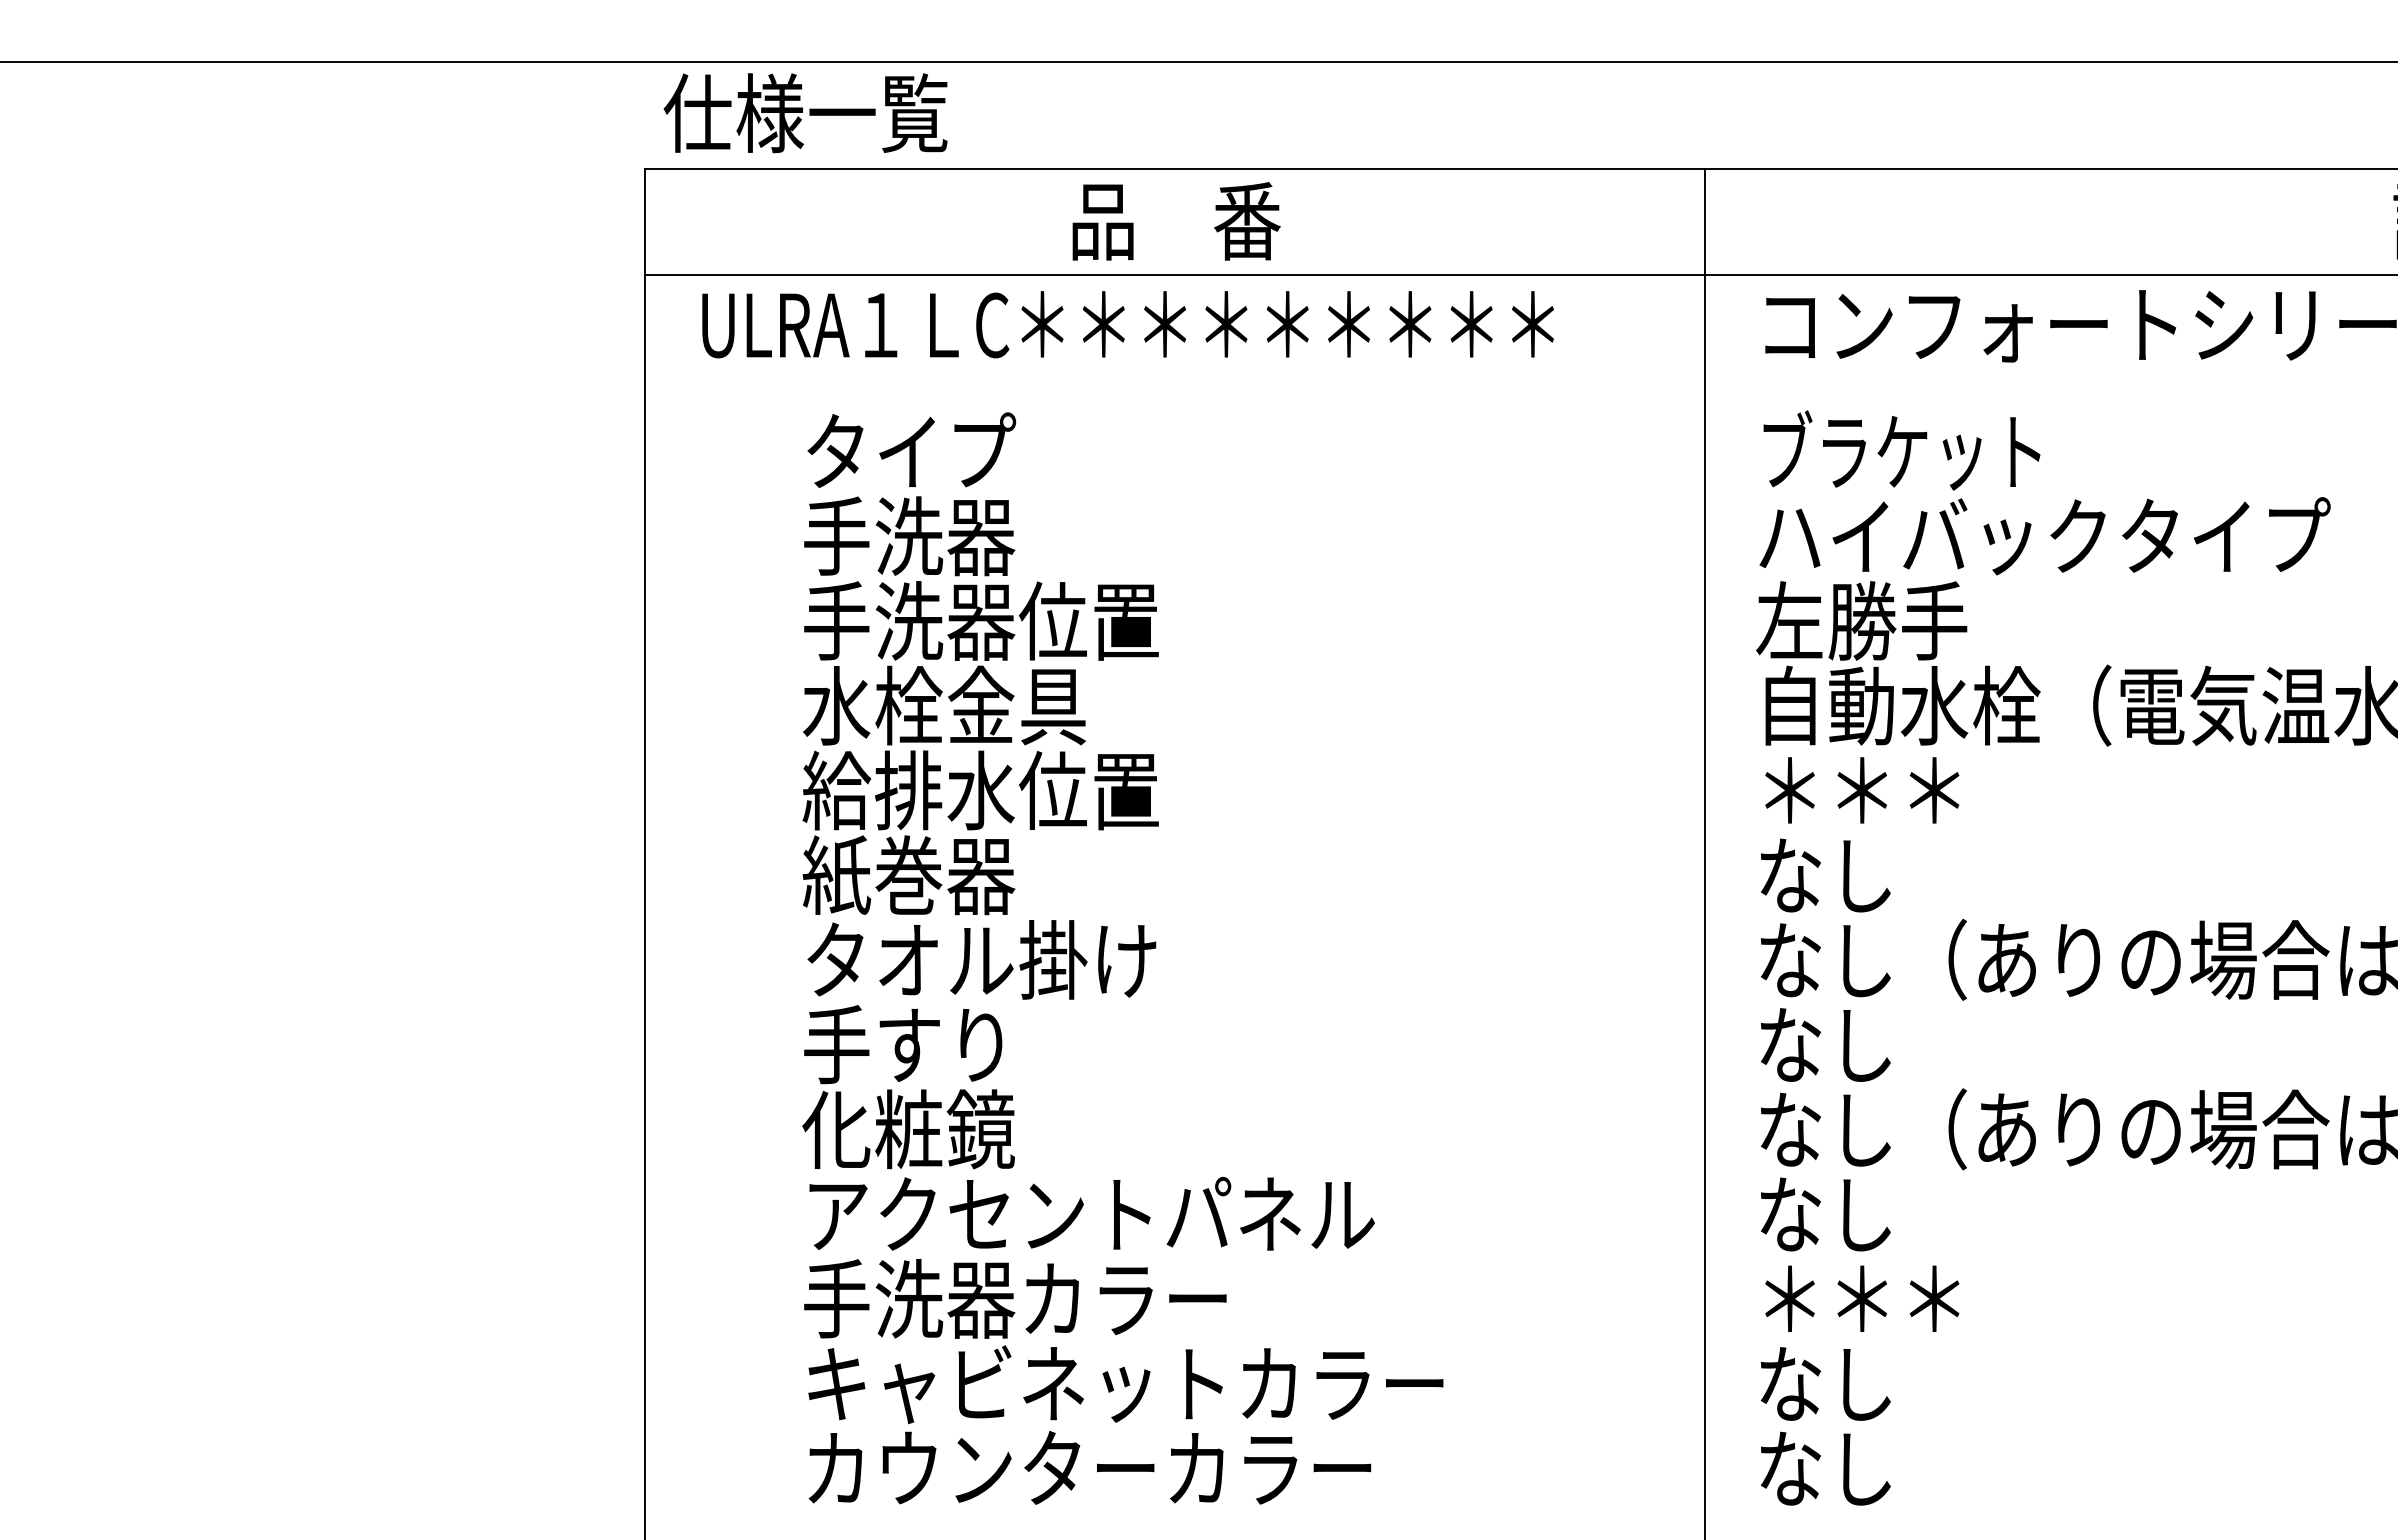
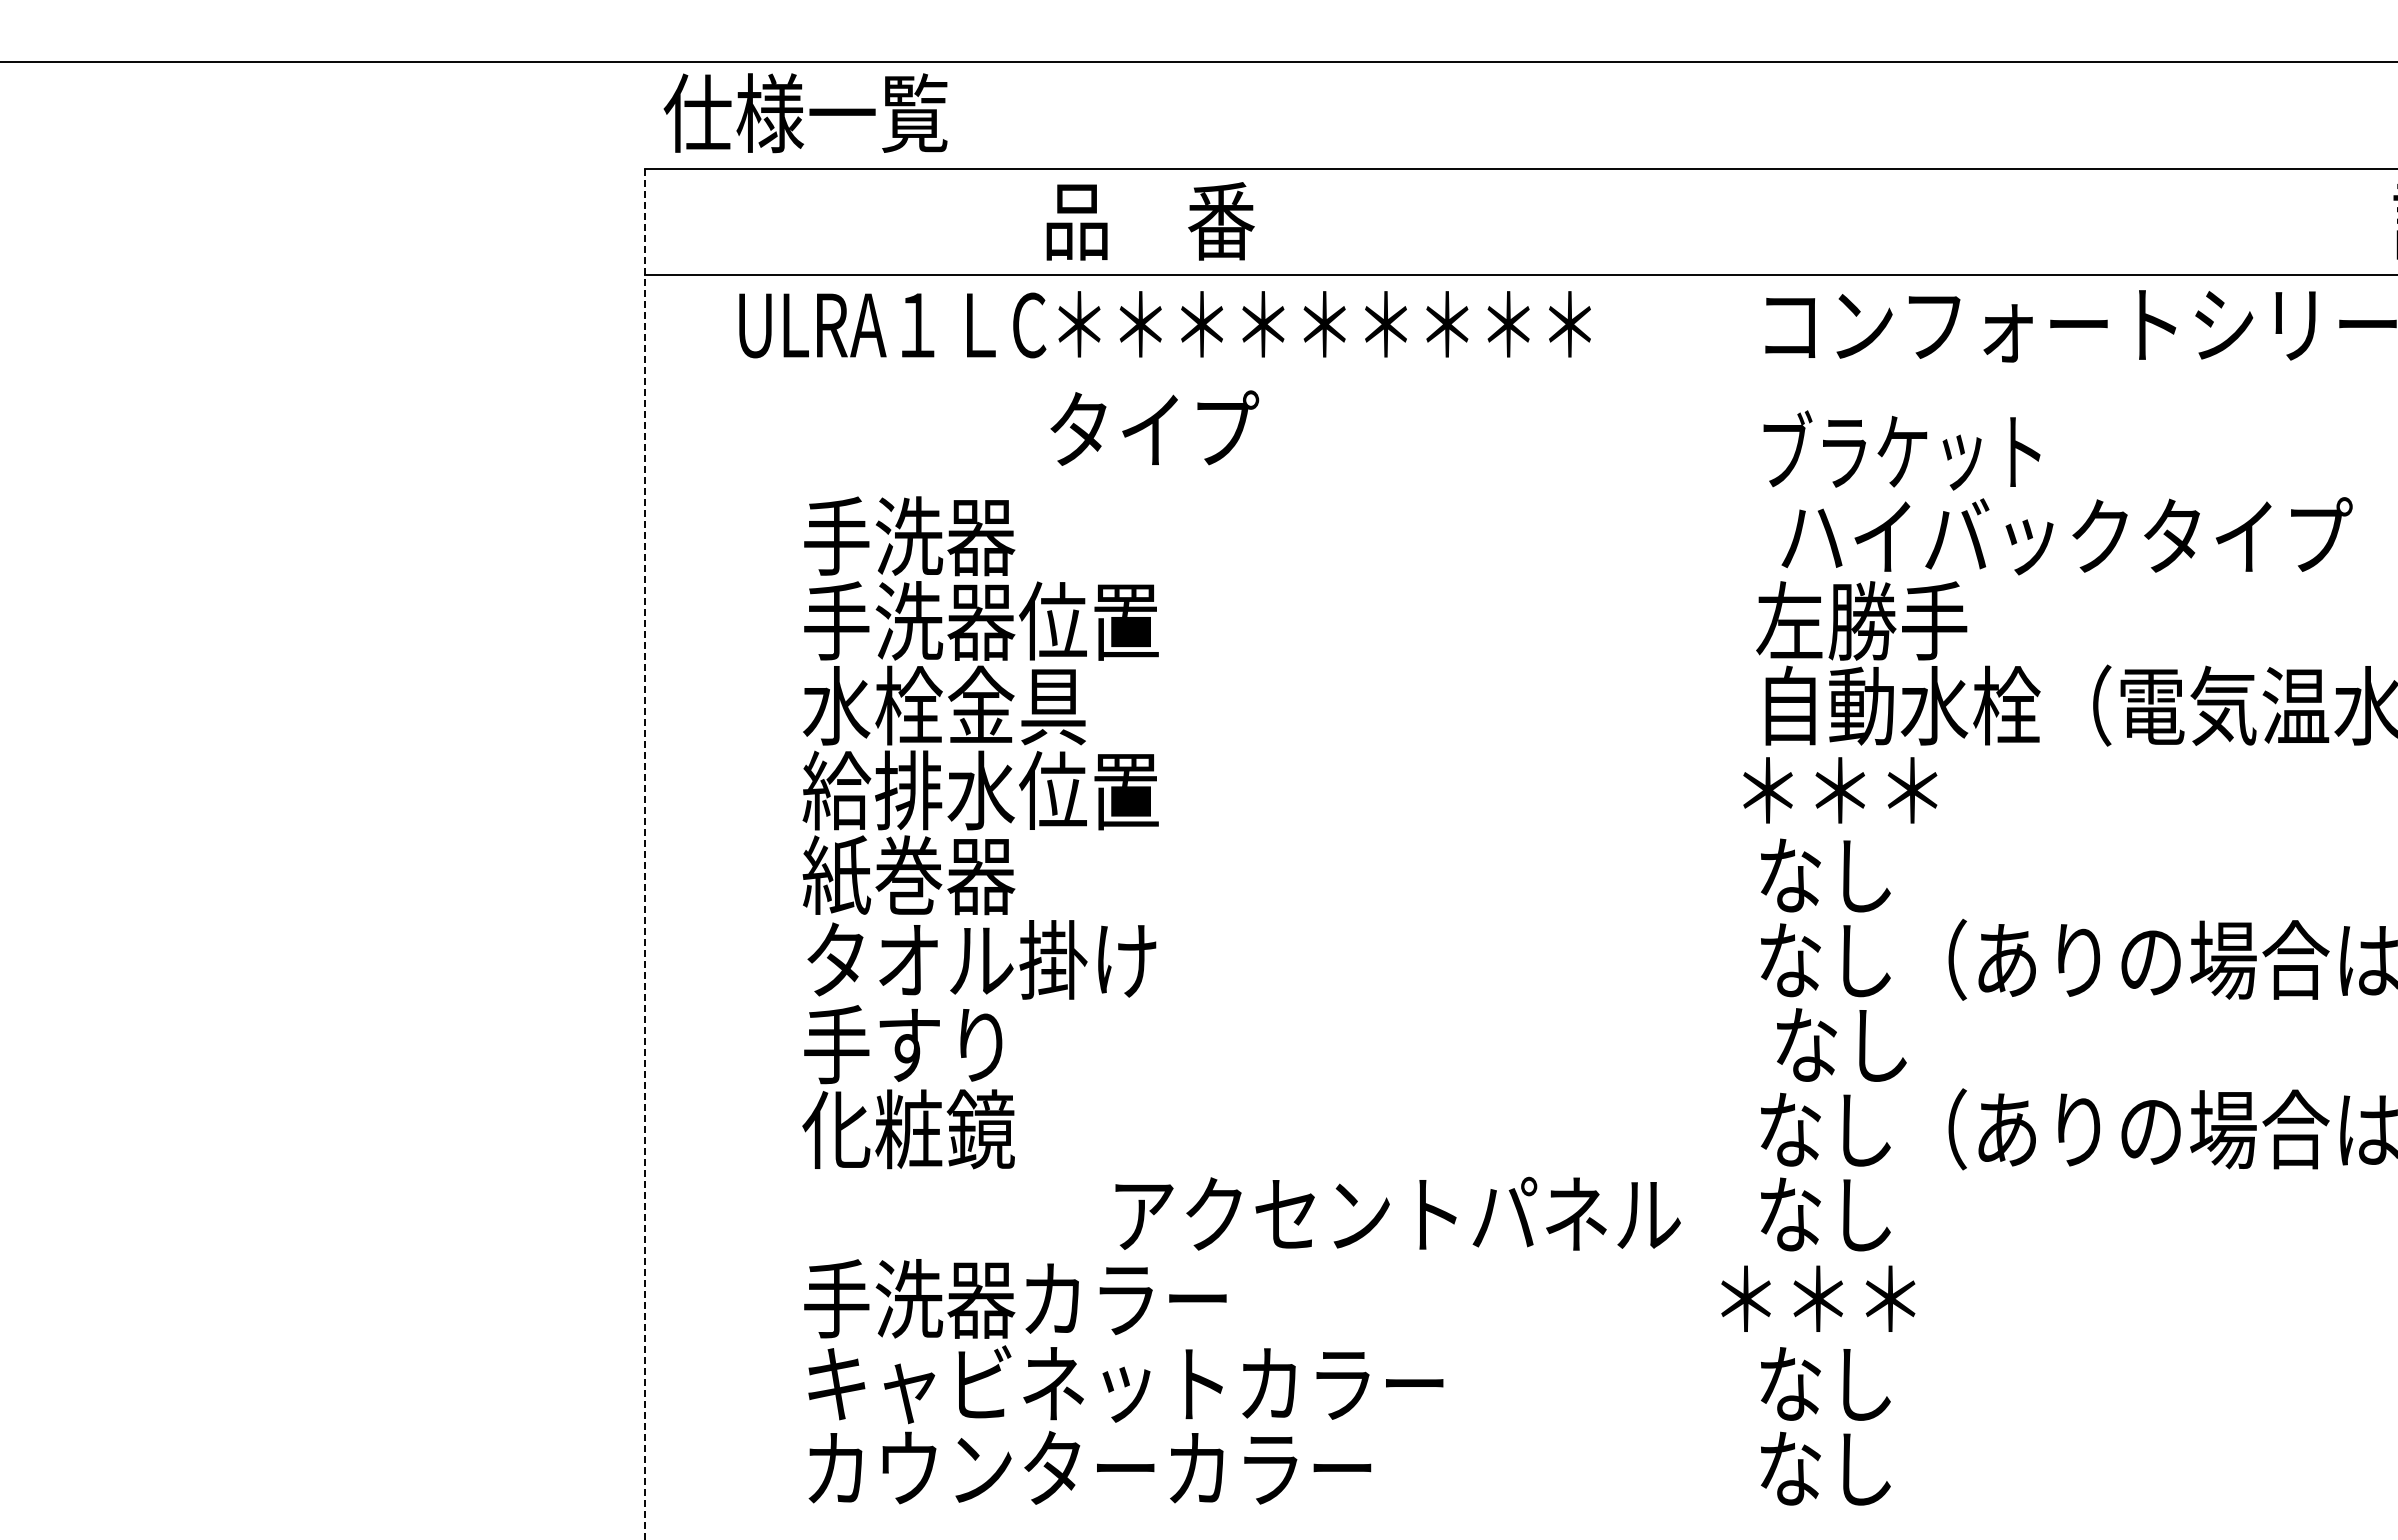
text at (1176, 221) position: (1176, 221) -> (1150, 221)
text at (1127, 324) position: (1127, 324) -> (1164, 324)
text at (911, 449) position: (911, 449) -> (1154, 427)
text at (2044, 536) position: (2044, 536) -> (2066, 536)
text at (1862, 790) position: (1862, 790) -> (1840, 790)
line at (1704, 852): present -> none
line at (645, 854): solid -> dashed
text at (1825, 1044) position: (1825, 1044) -> (1841, 1044)
text at (1091, 1213) position: (1091, 1213) -> (1397, 1213)
text at (1862, 1298) position: (1862, 1298) -> (1818, 1298)
